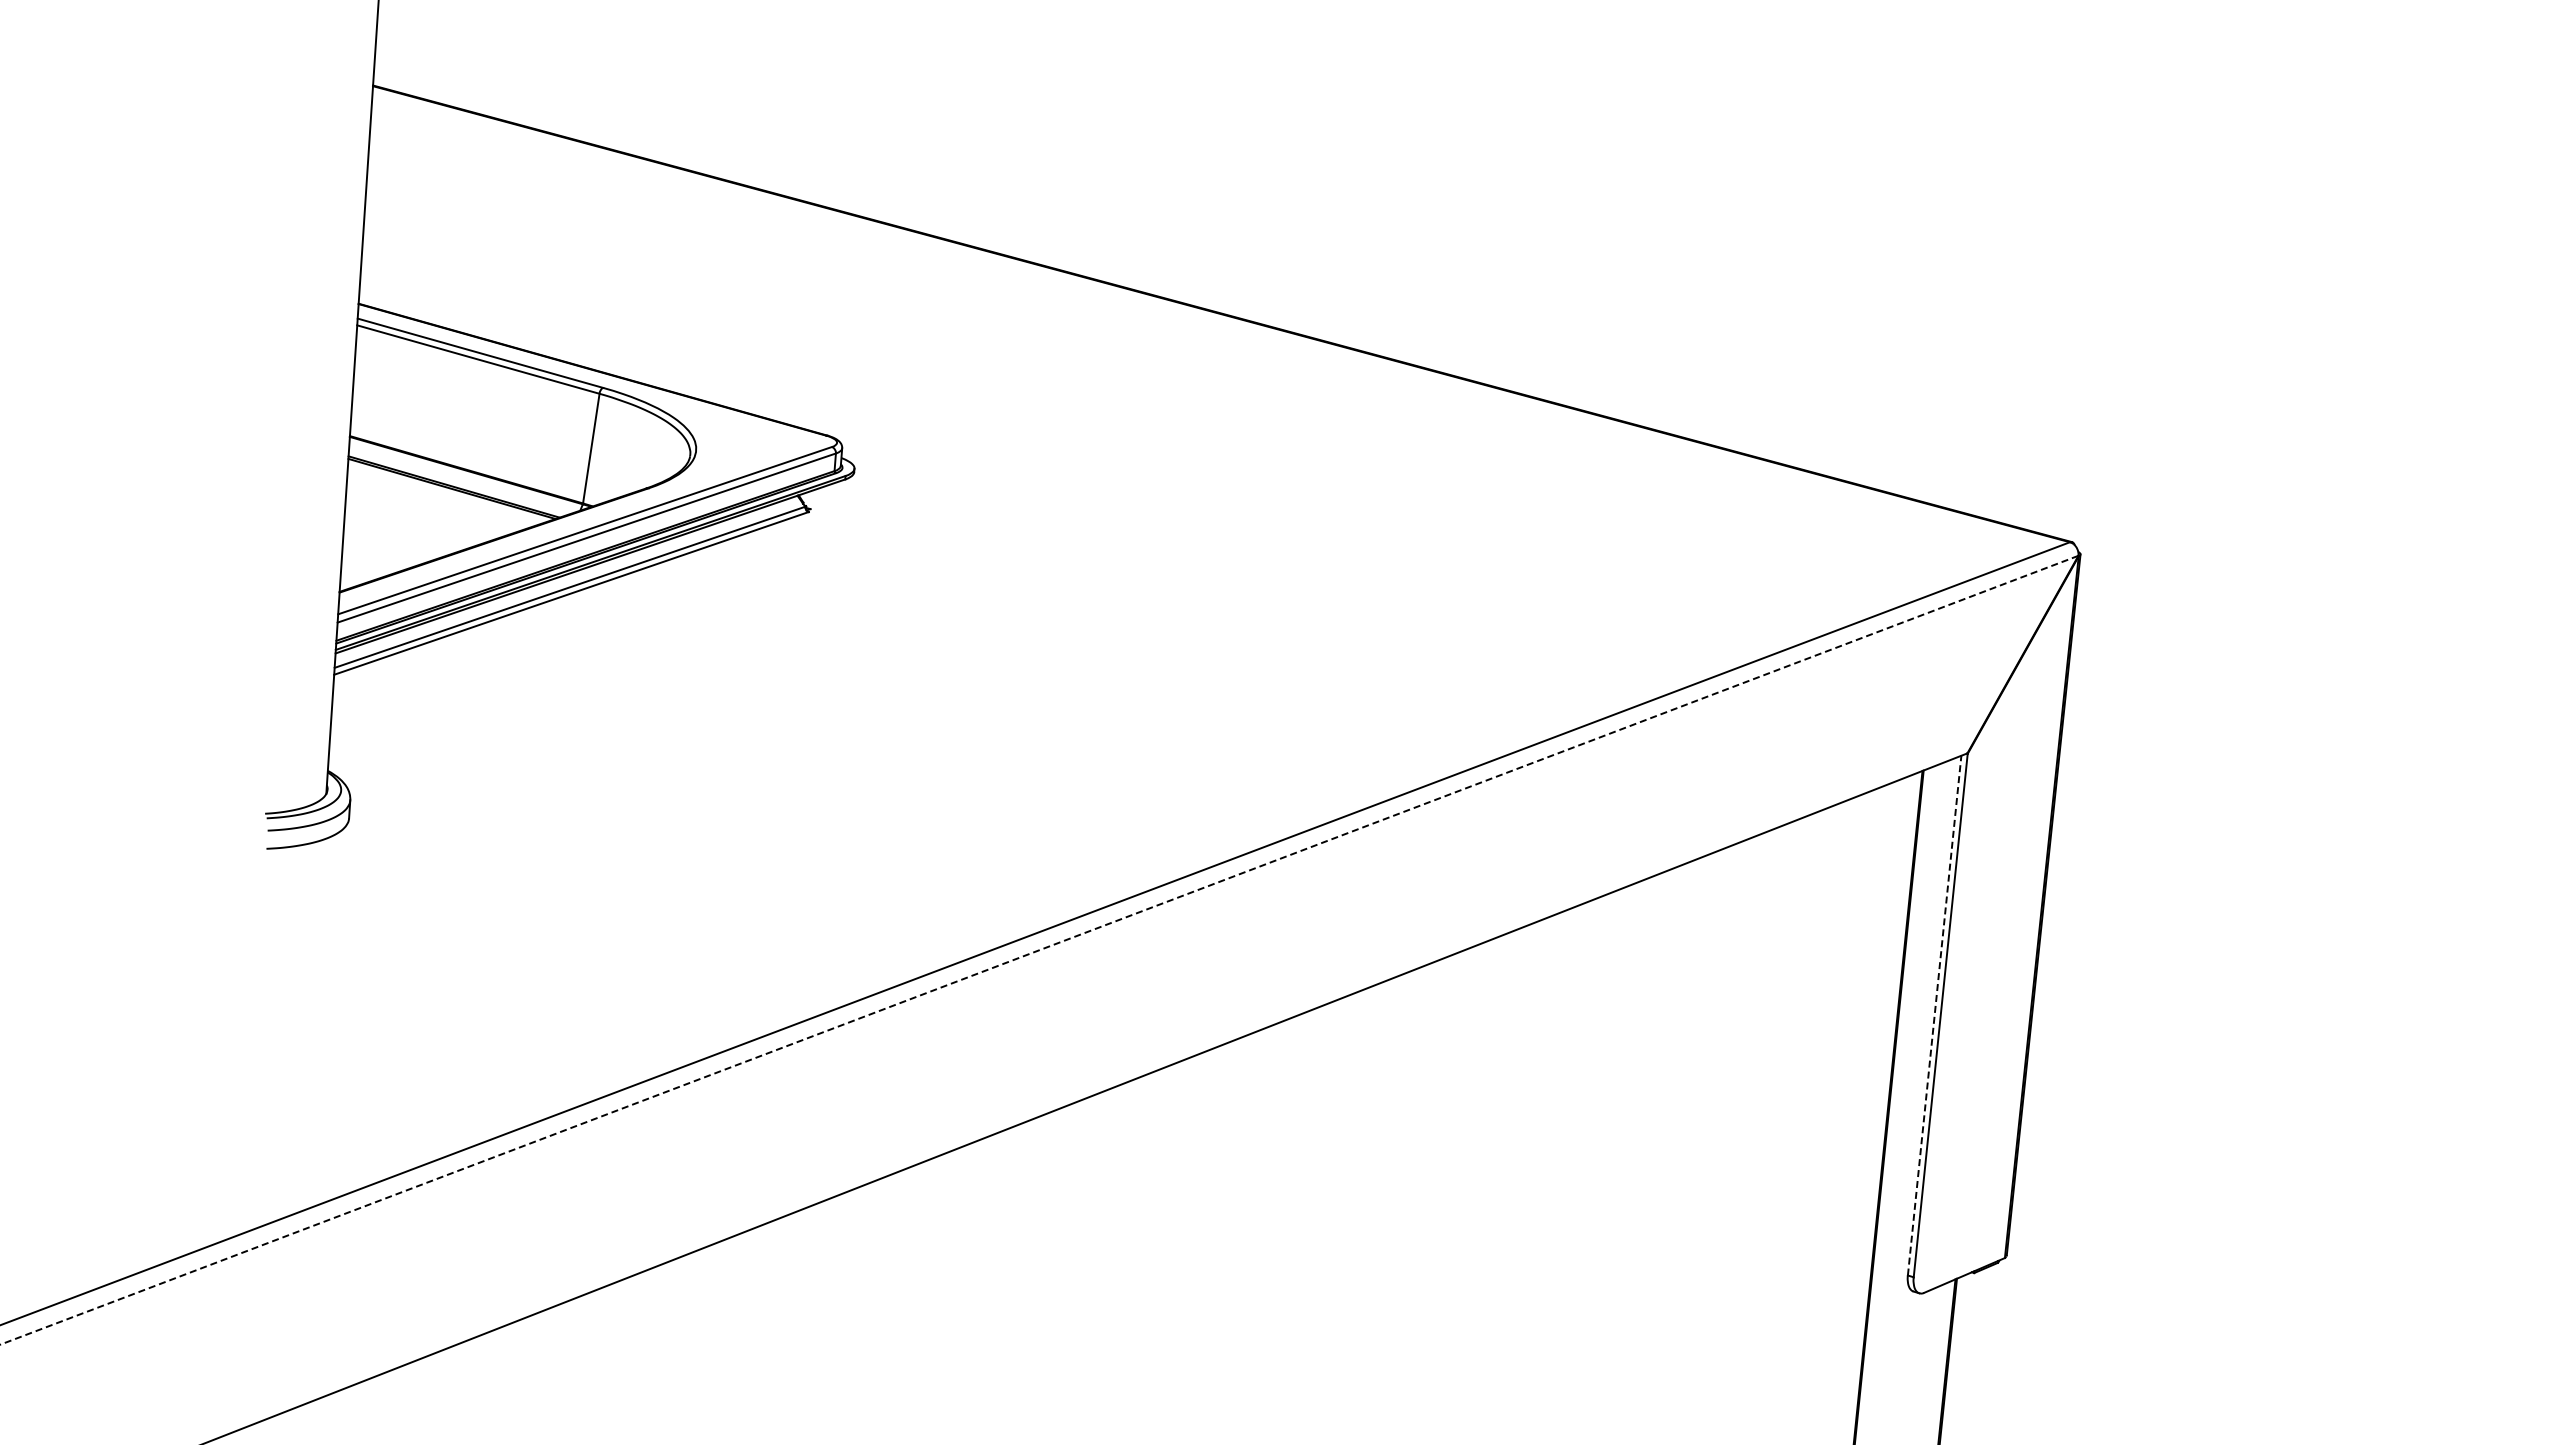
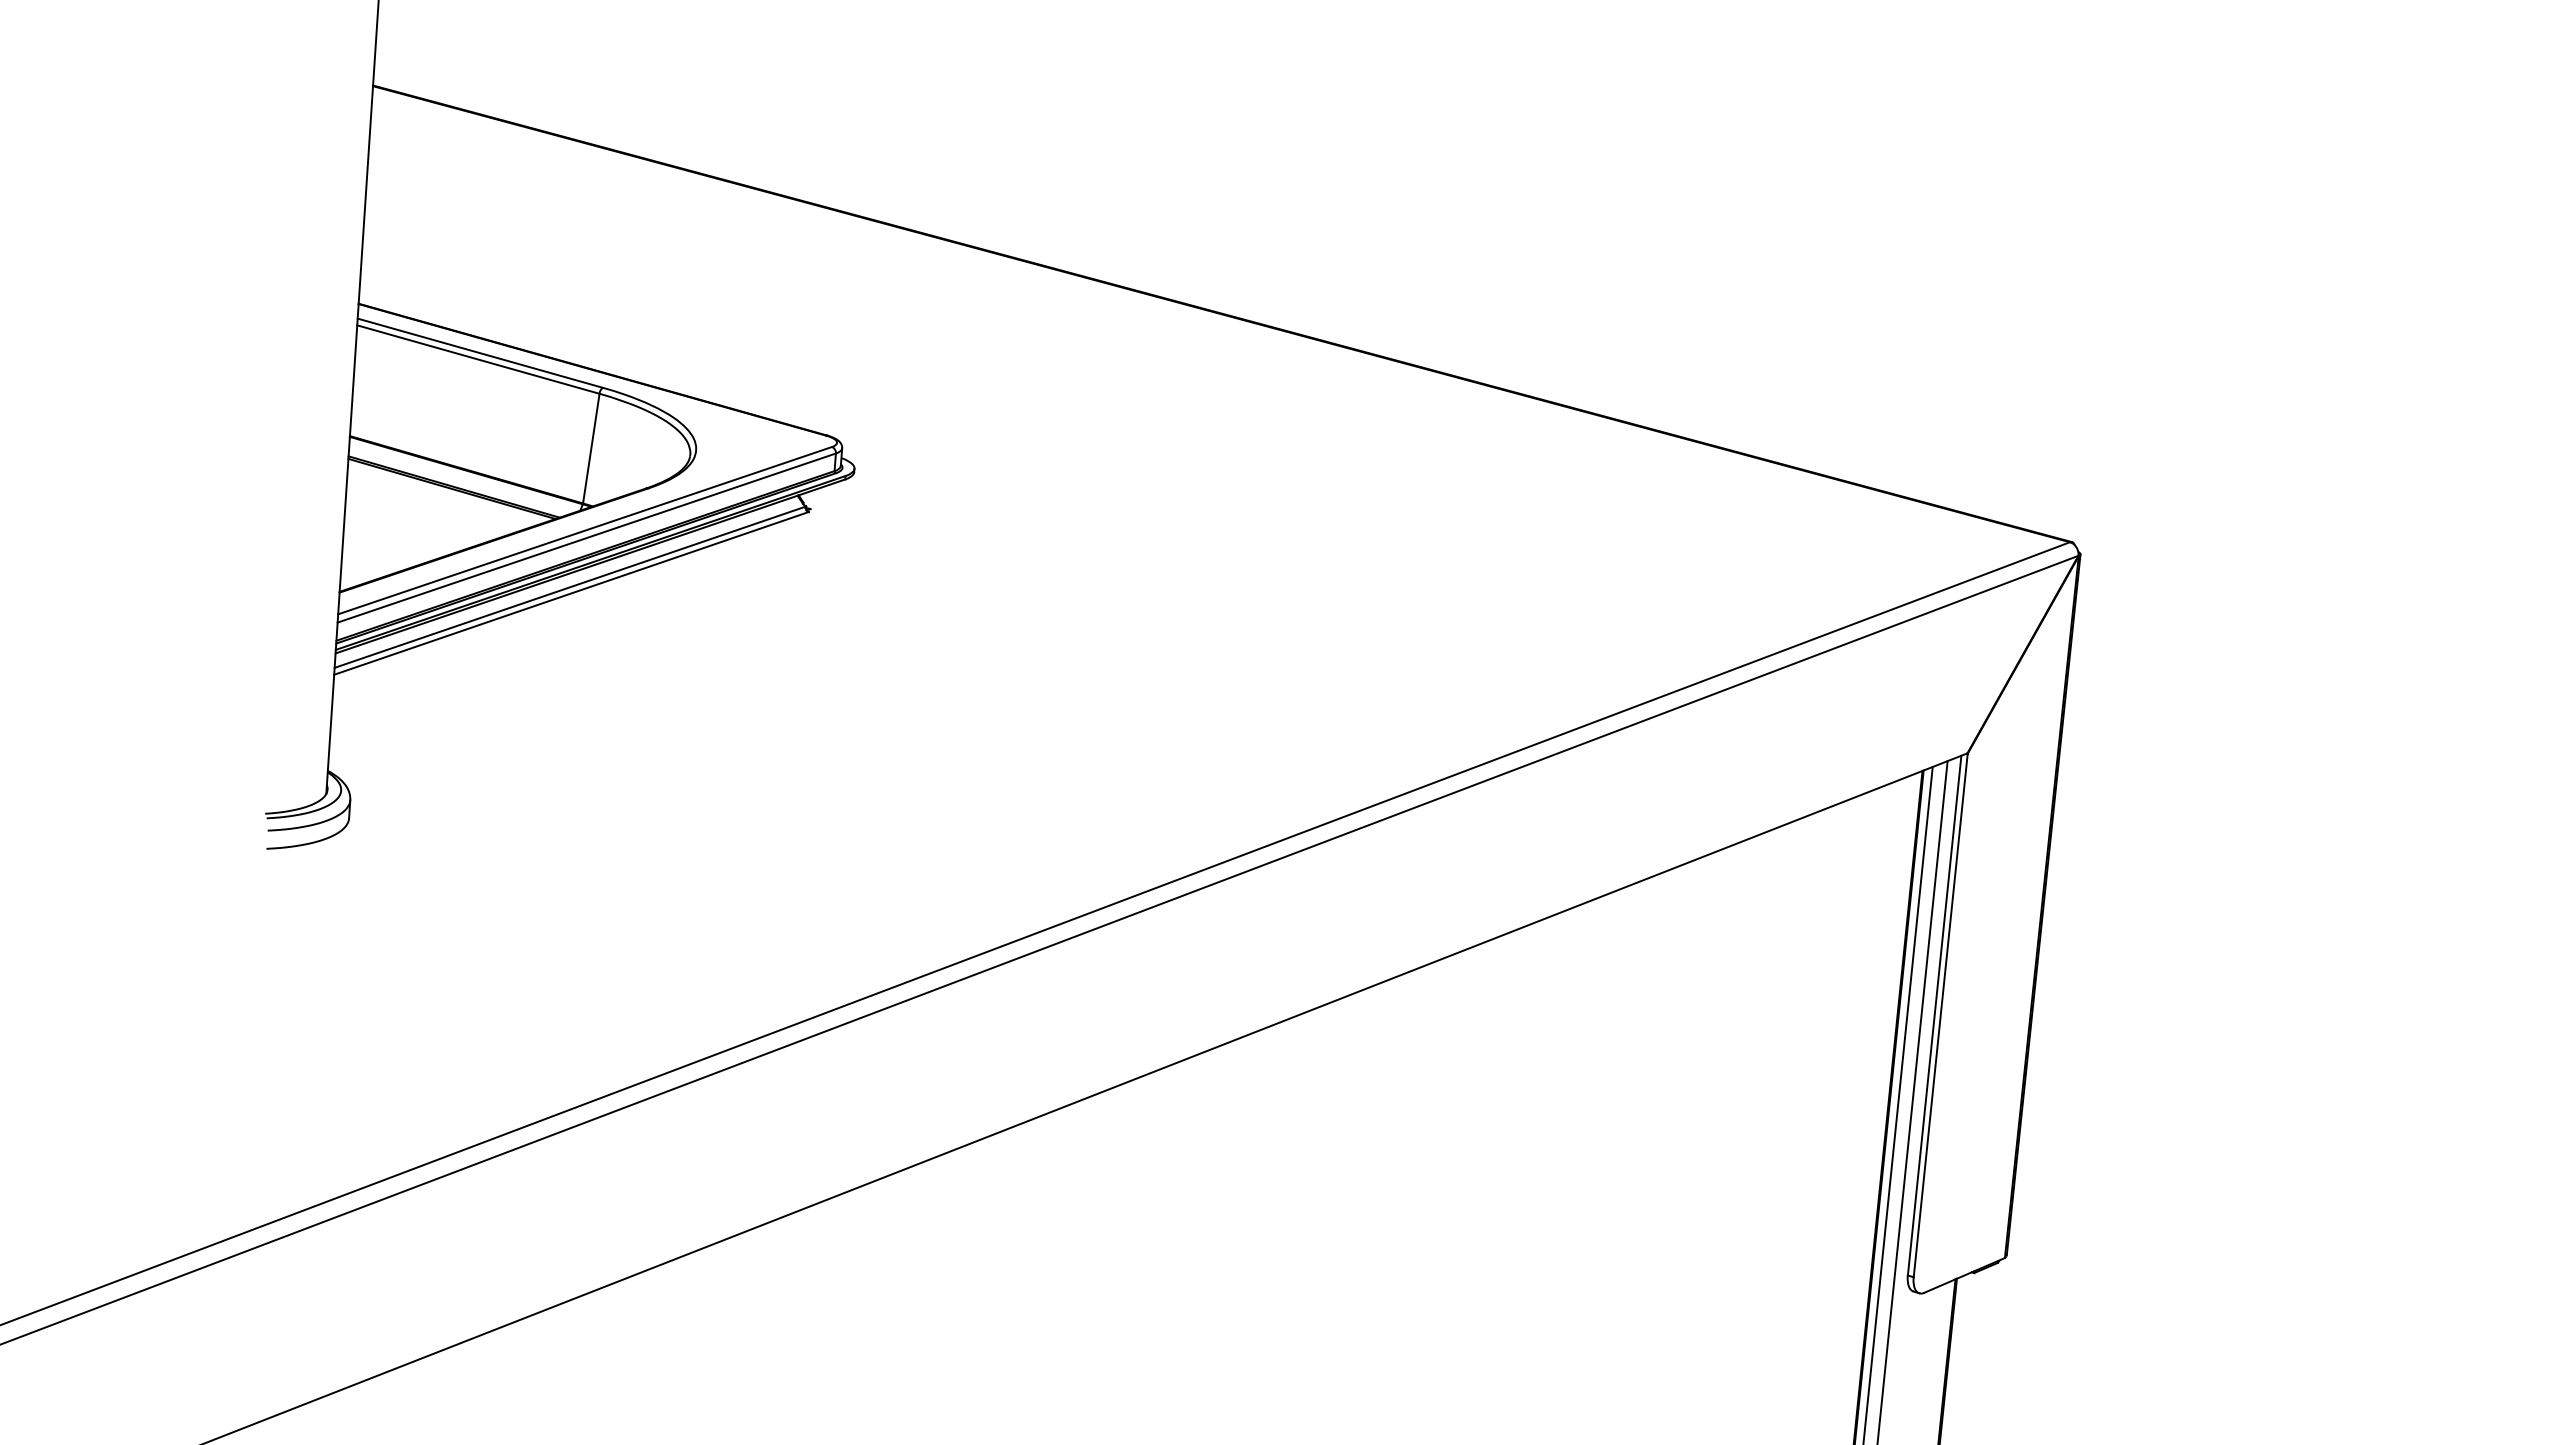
line at (1039, 950): dashed -> solid
line at (1934, 1015): dashed -> solid
line at (1912, 1101): none -> present
line at (1897, 1103): none -> present
